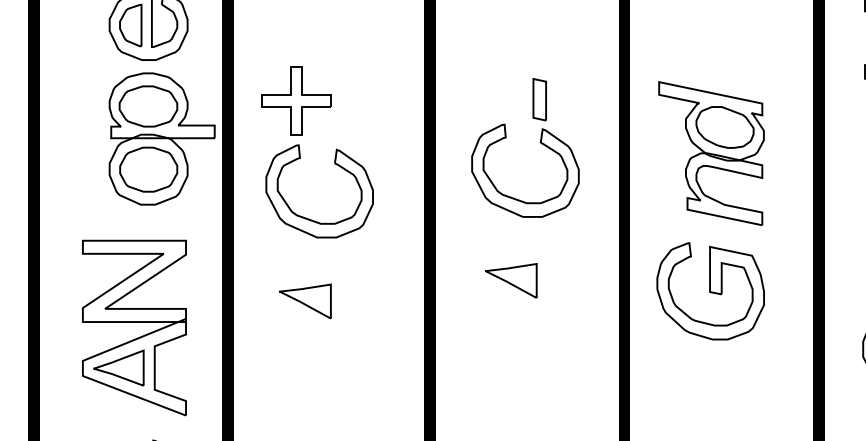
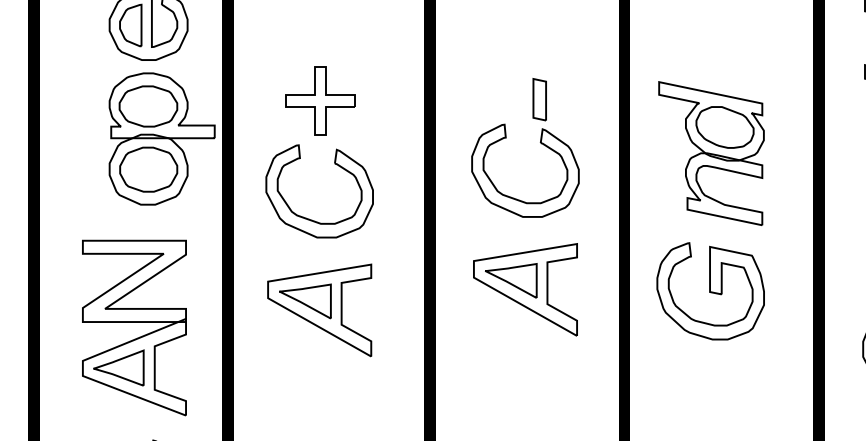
part at (296, 100) position: (296, 100) -> (320, 100)
part at (525, 289): none -> present
part at (319, 310): none -> present
